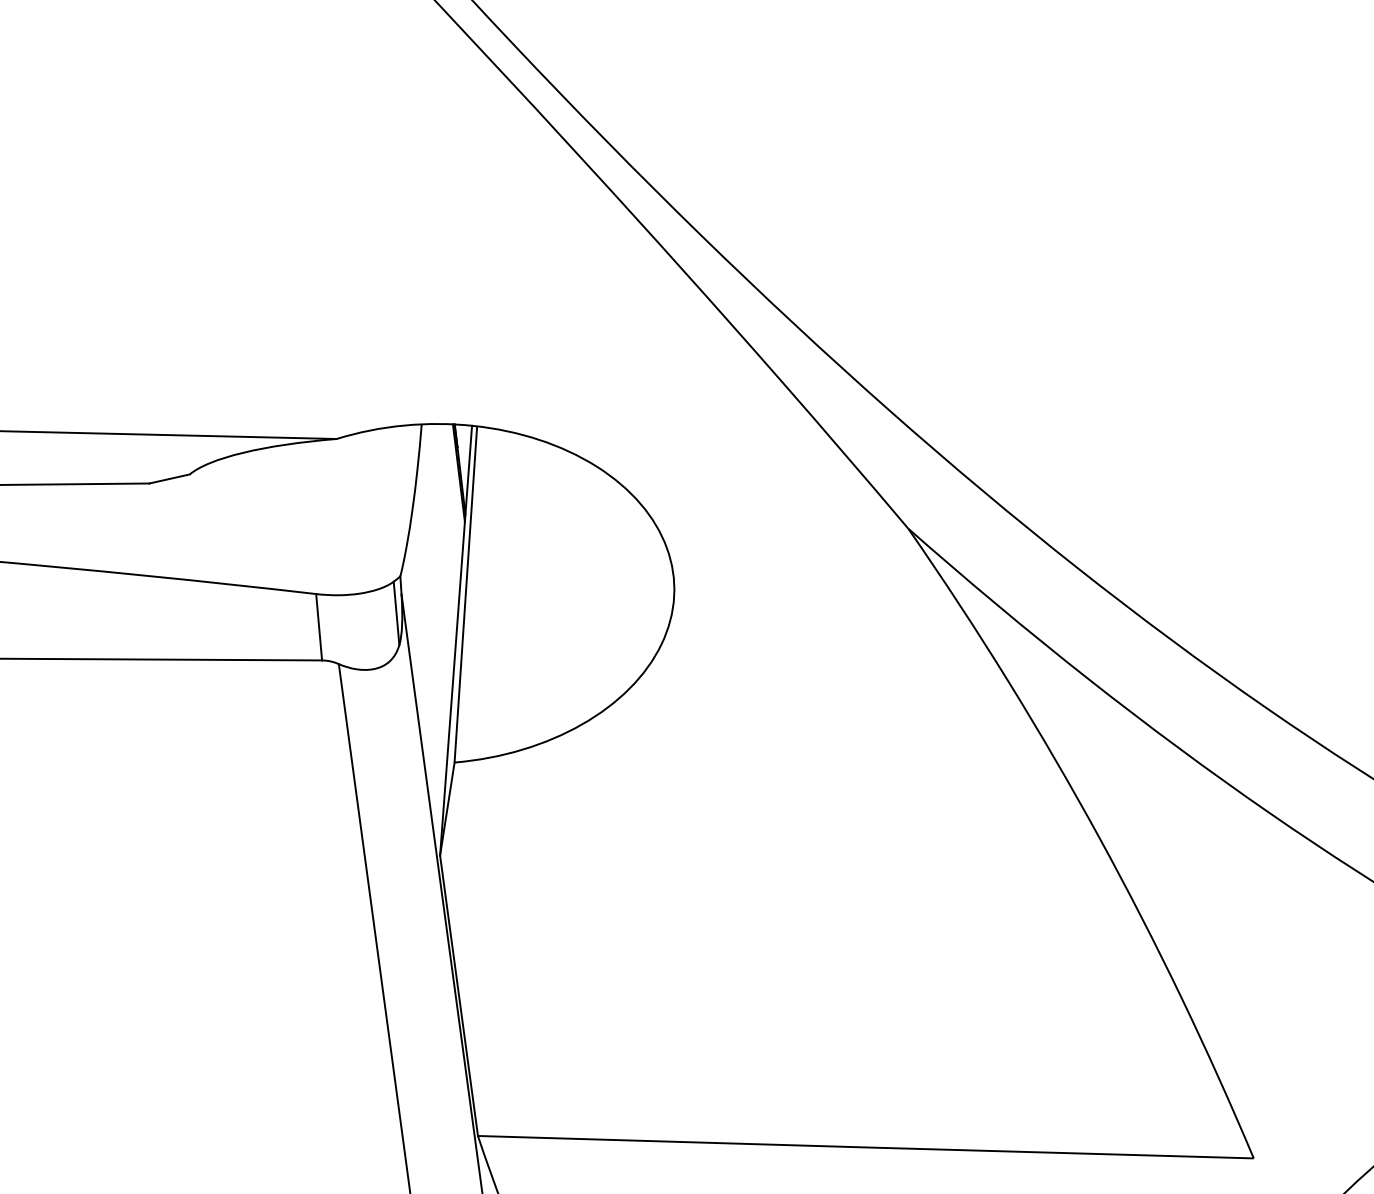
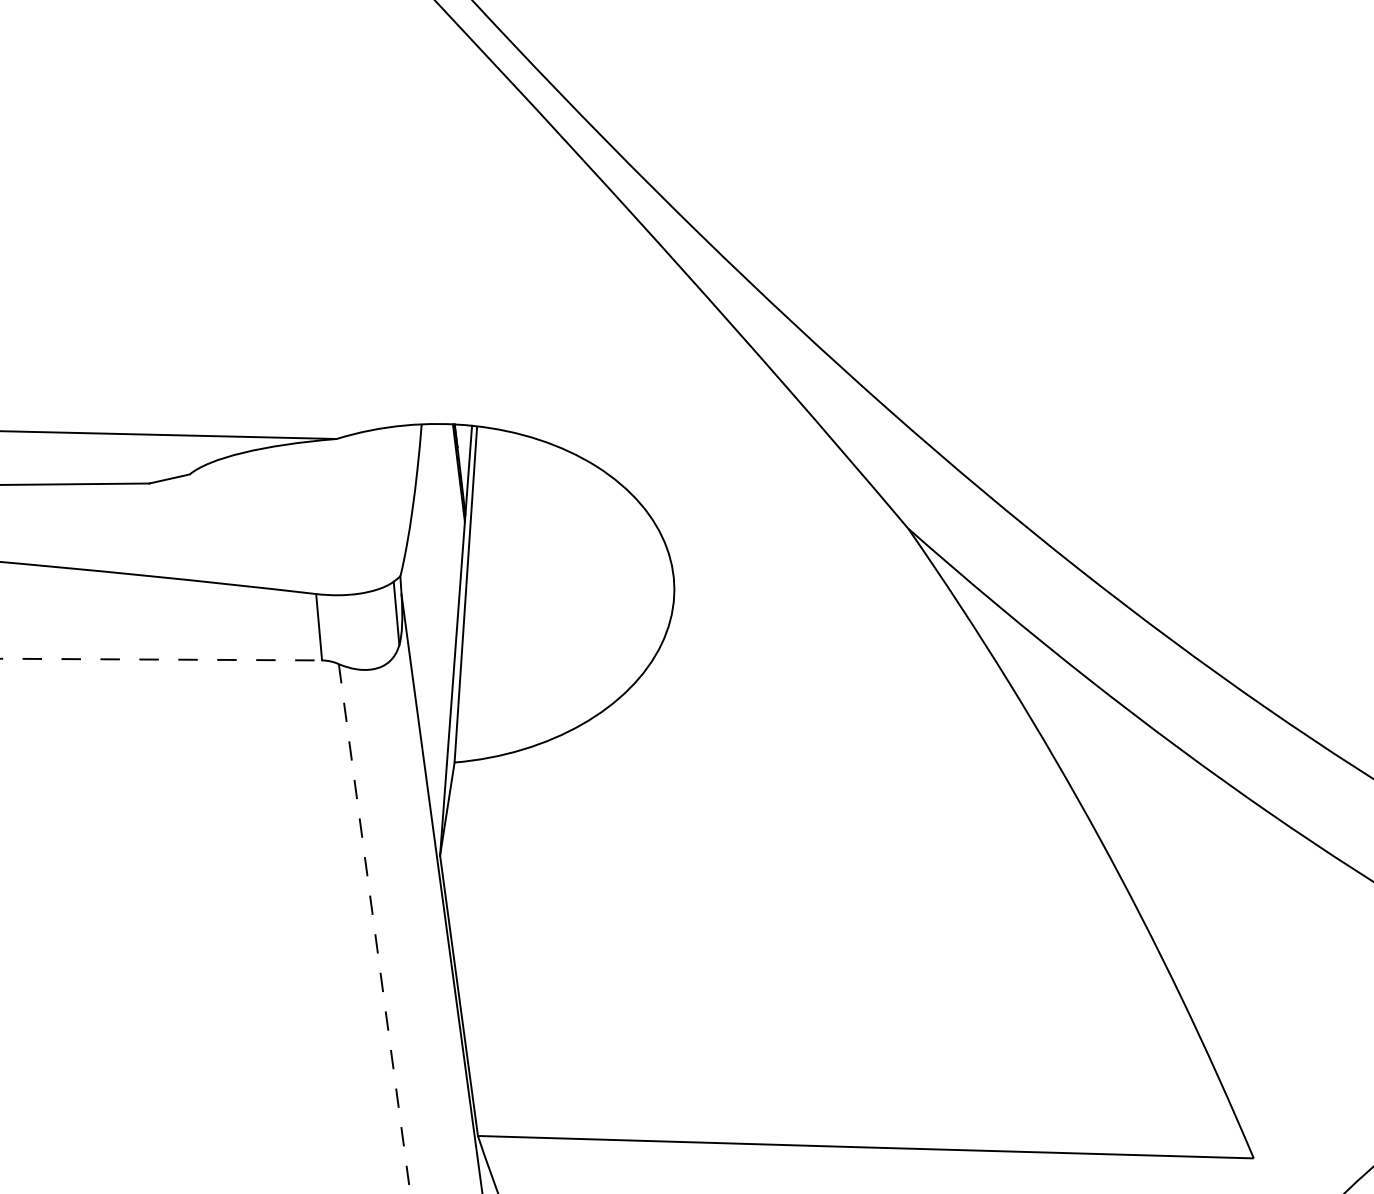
line at (161, 659): solid -> dashed
line at (374, 929): solid -> dashed
